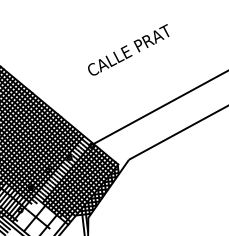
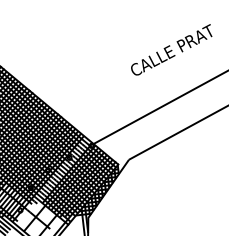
text at (128, 49) position: (128, 49) -> (171, 49)
